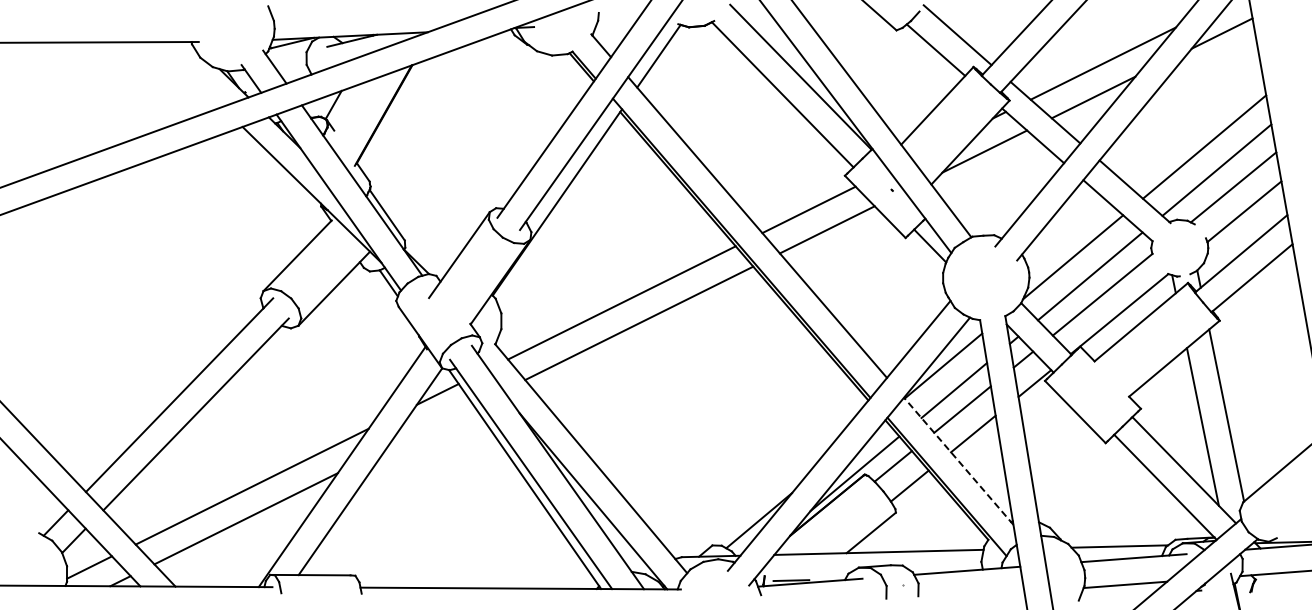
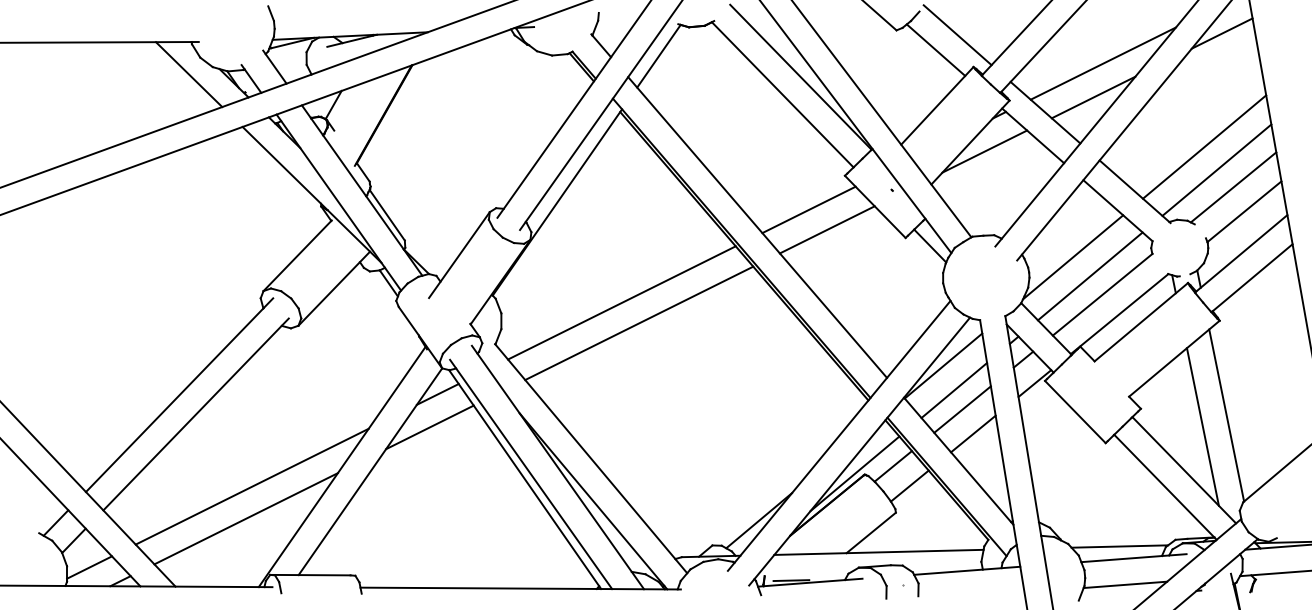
line at (189, 74): none -> present
line at (429, 427): none -> present
line at (958, 461): dashed -> solid
